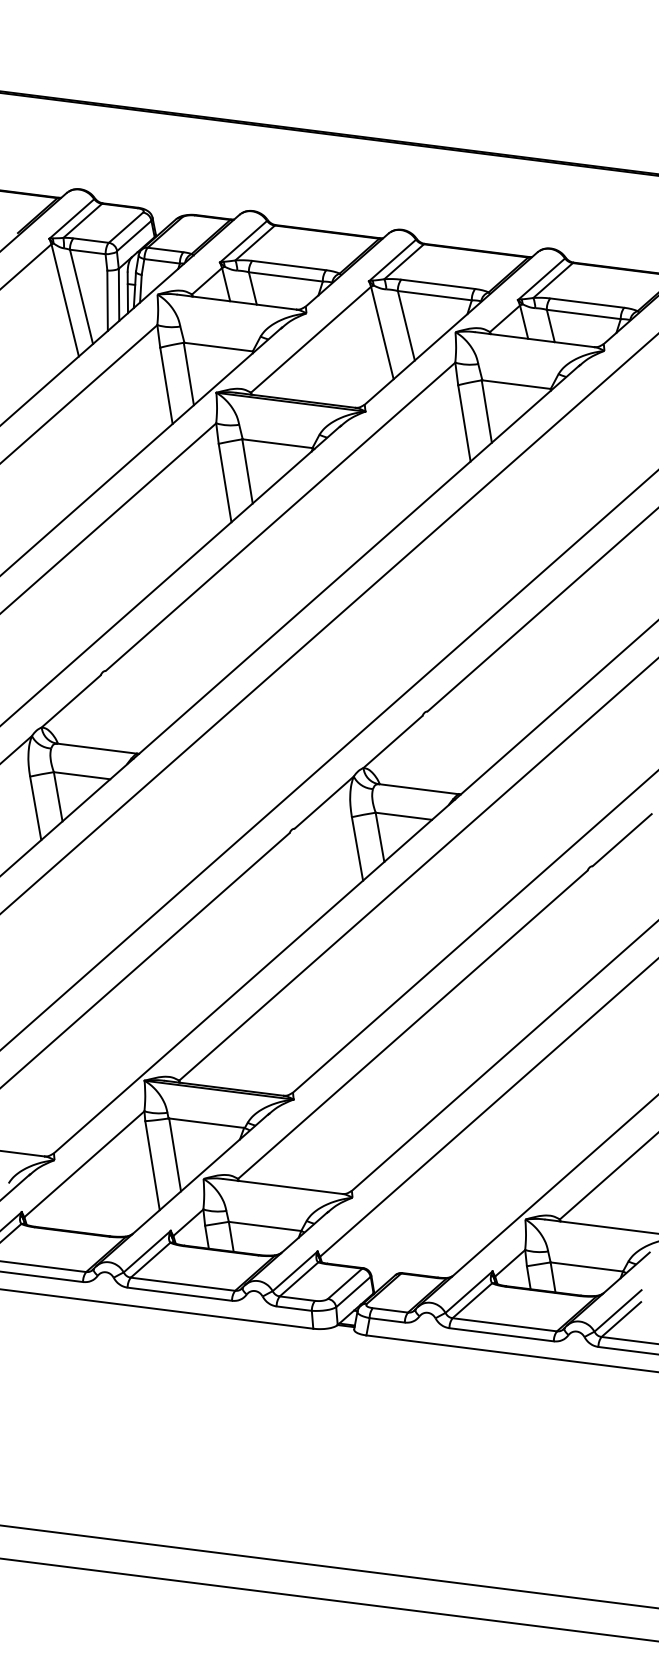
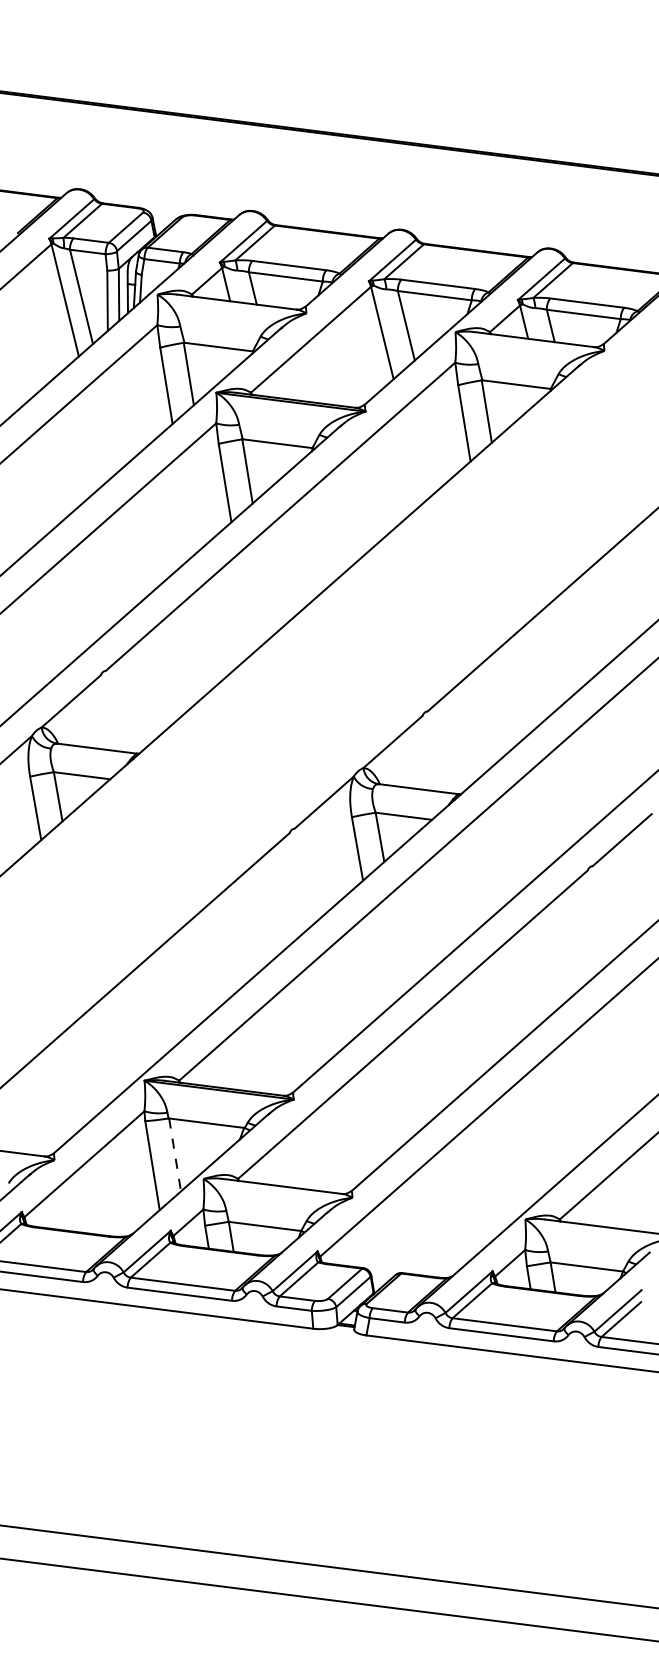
line at (328, 624): present -> none
line at (328, 760): present -> none
line at (175, 1154): solid -> dashed
